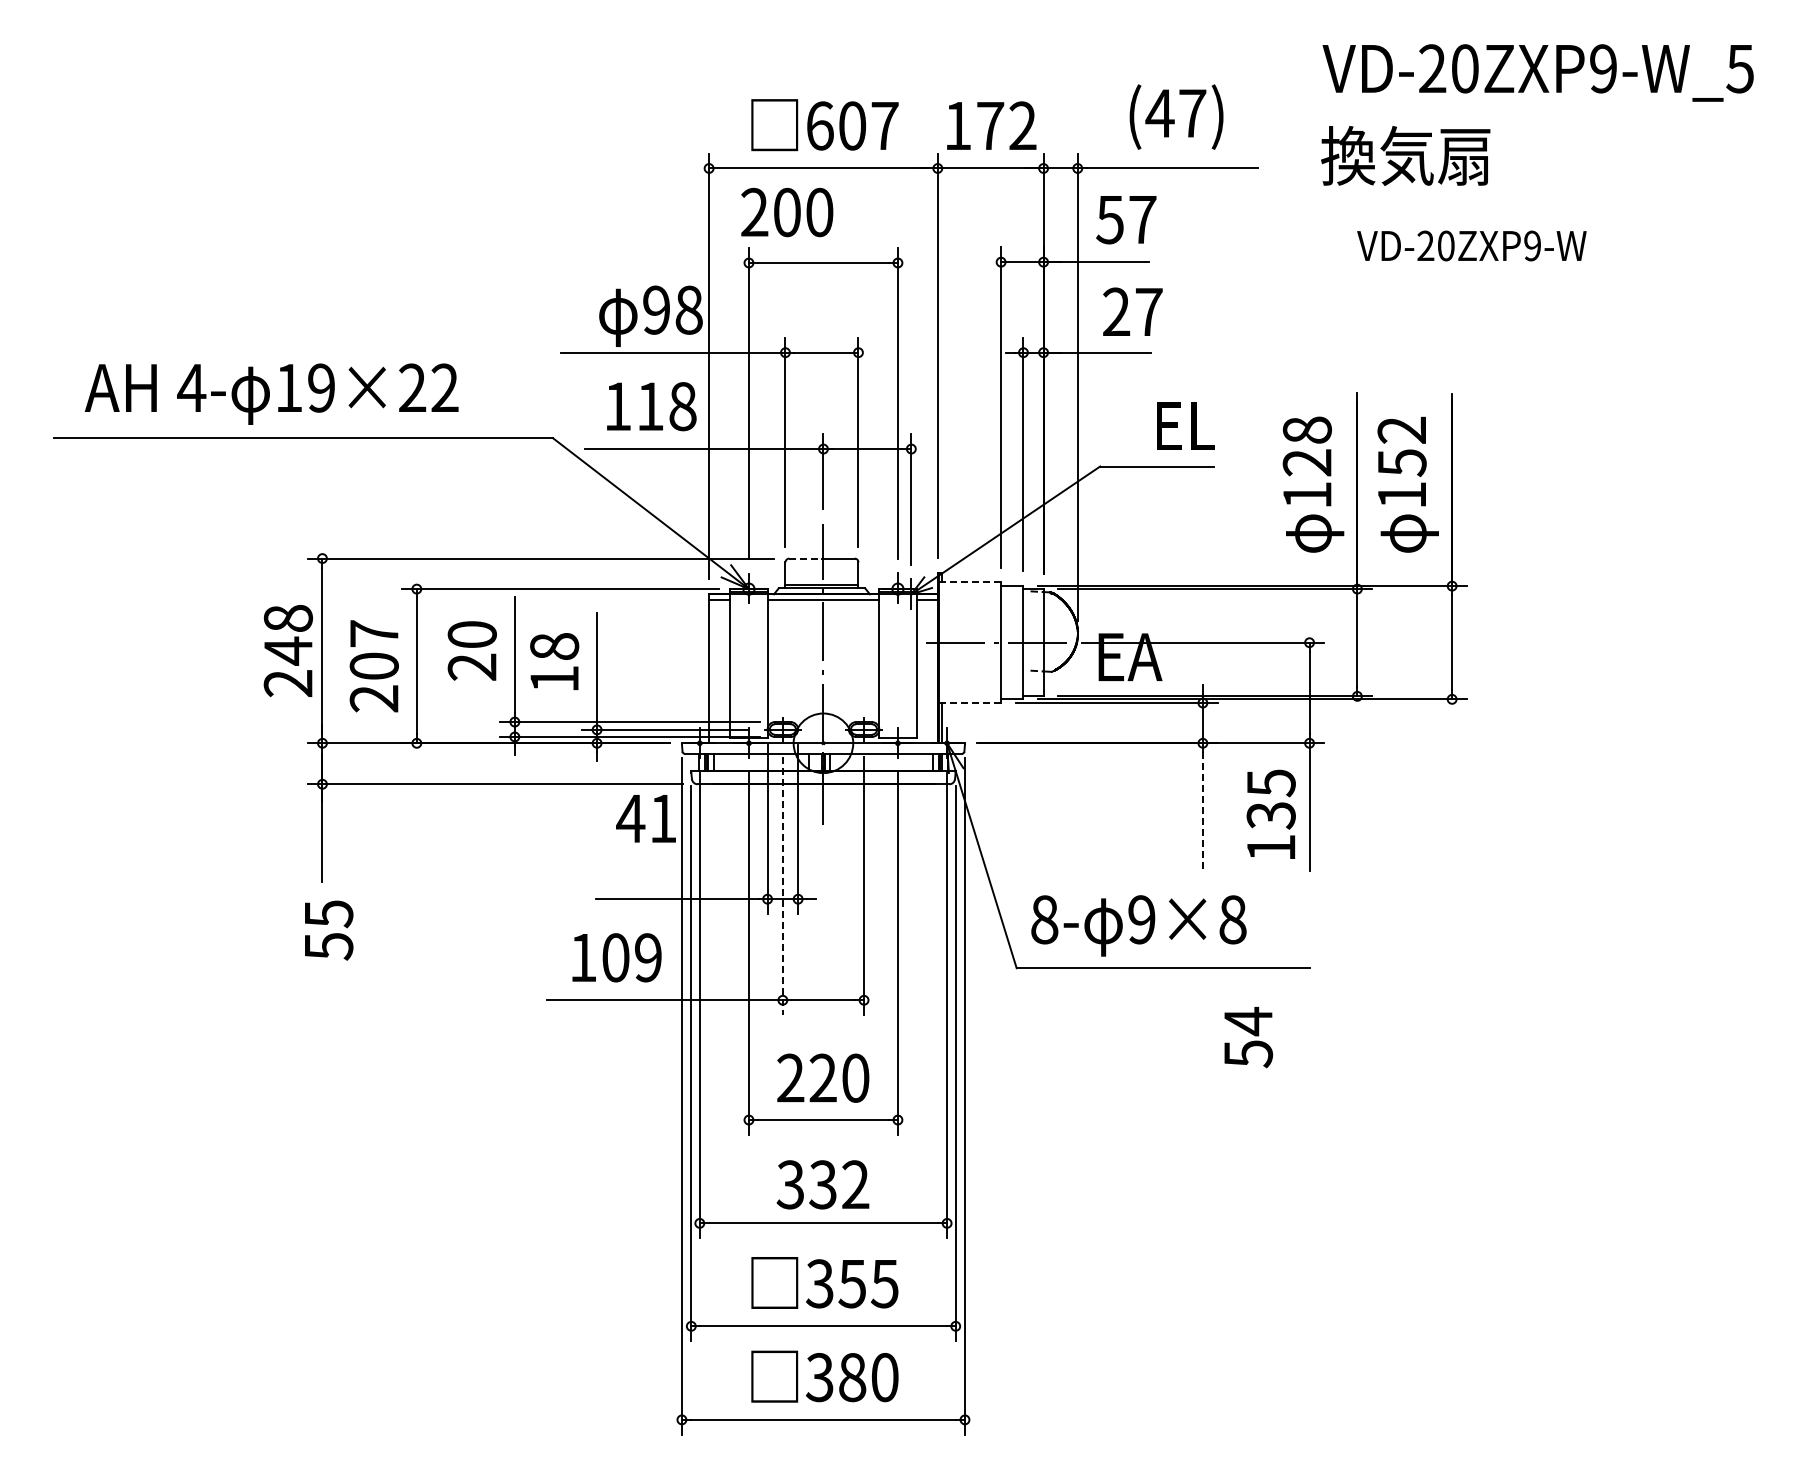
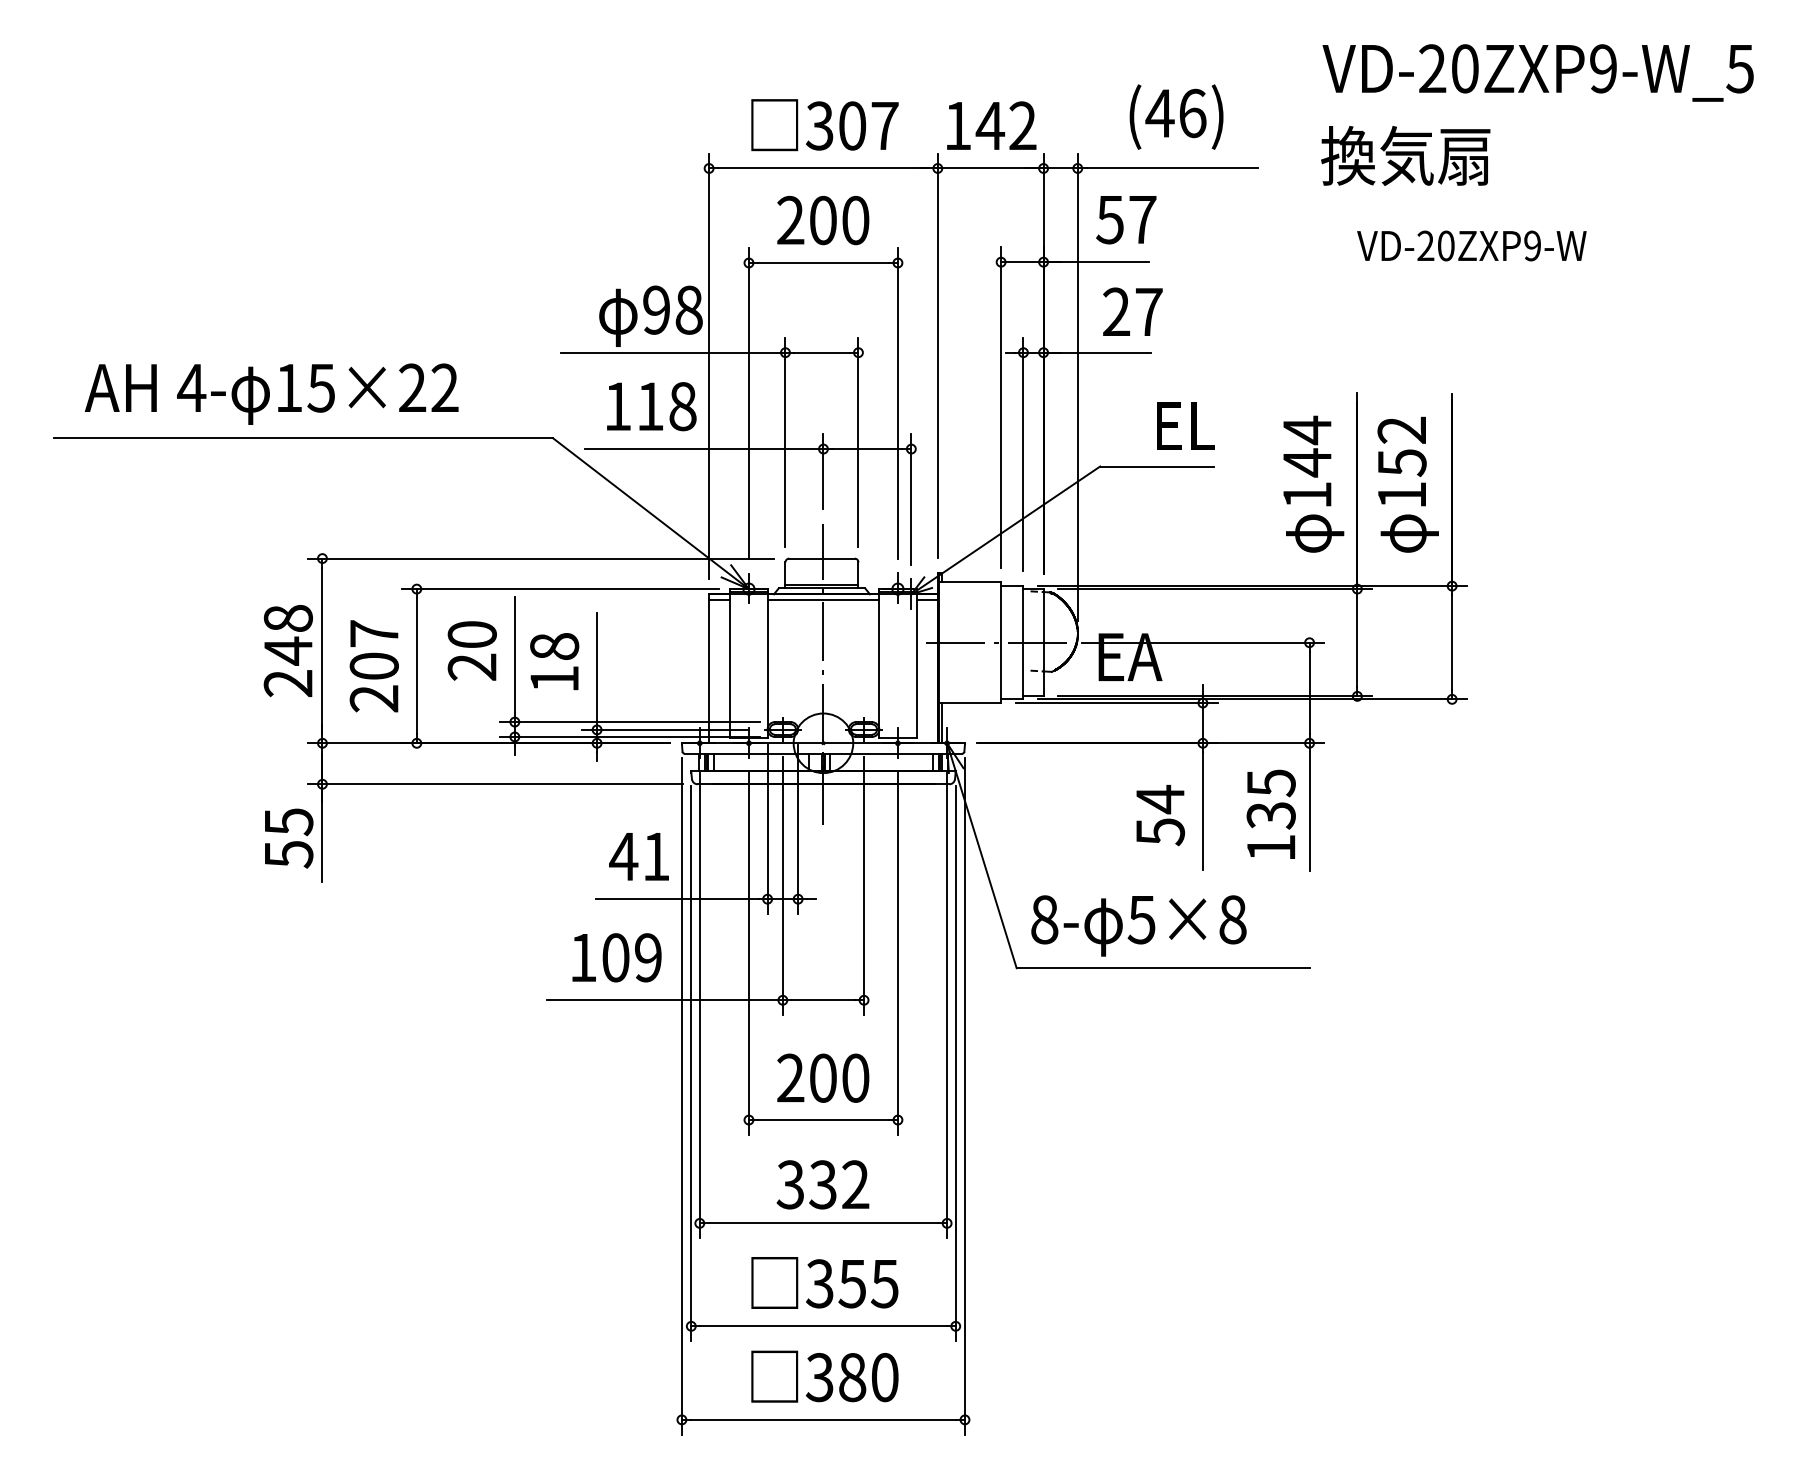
text at (1192, 113): (47) -> (46)
text at (819, 125): 607 -> 307
text at (990, 125): 172 -> 142
text at (787, 212) position: (787, 212) -> (823, 220)
text at (320, 387): 19×22 -> 15×22
text at (1306, 446): 128 -> 144
line at (806, 558): dashed -> solid
line at (970, 582): dashed -> solid
line at (970, 703): dashed -> solid
line at (1202, 811): dashed -> solid
text at (645, 818) position: (645, 818) -> (638, 856)
line at (782, 886): dashed -> solid
text at (1141, 919): 9×8 -> 5×8
text at (329, 930) position: (329, 930) -> (289, 838)
text at (1248, 1037) position: (1248, 1037) -> (1160, 815)
text at (822, 1077): 220 -> 200
